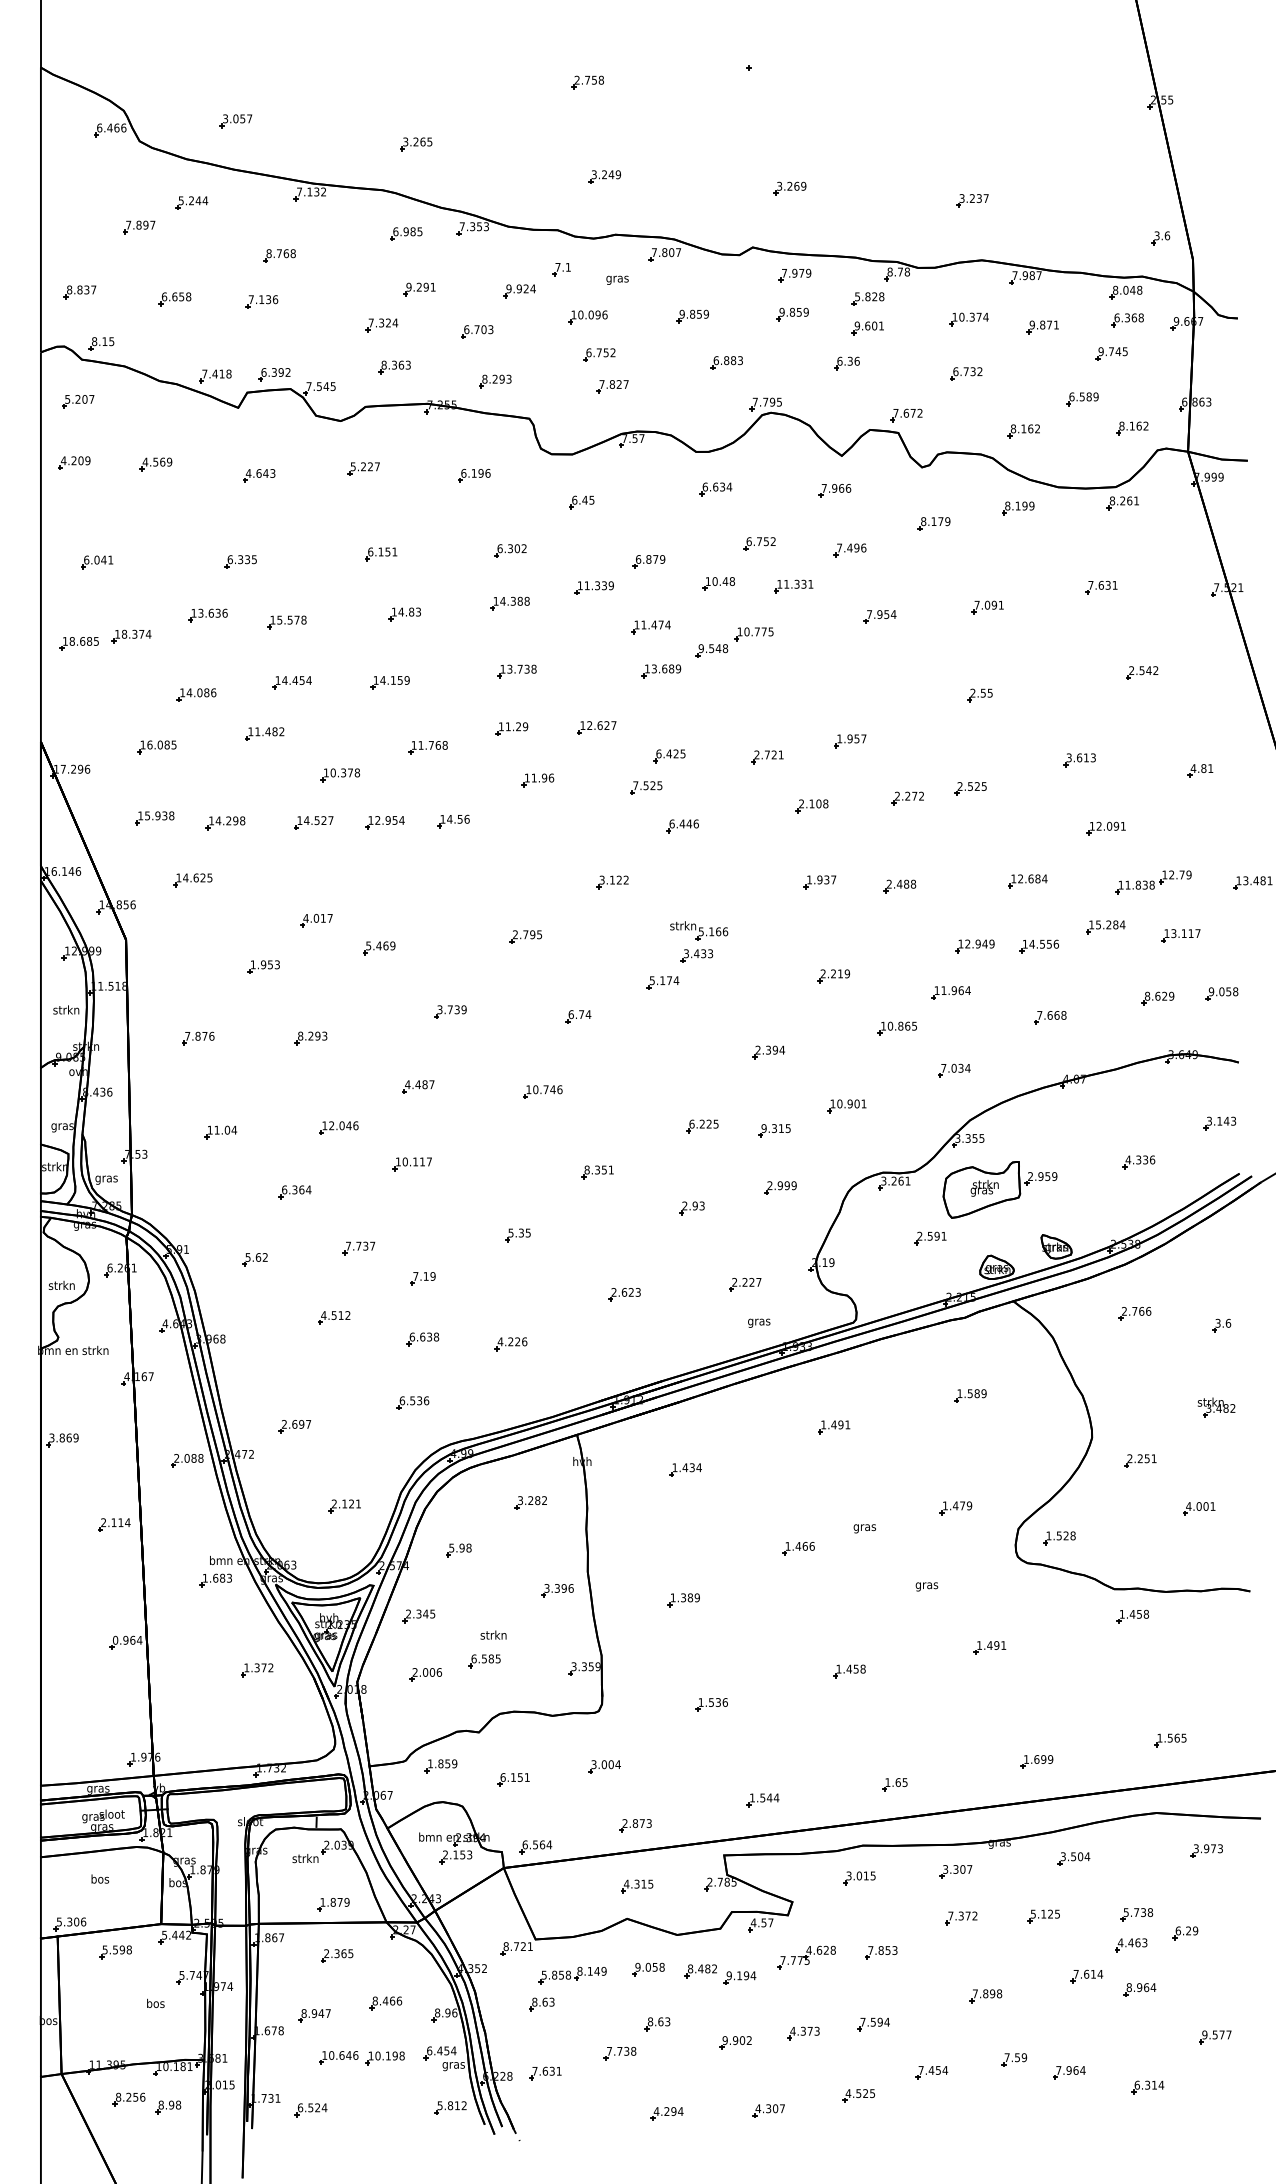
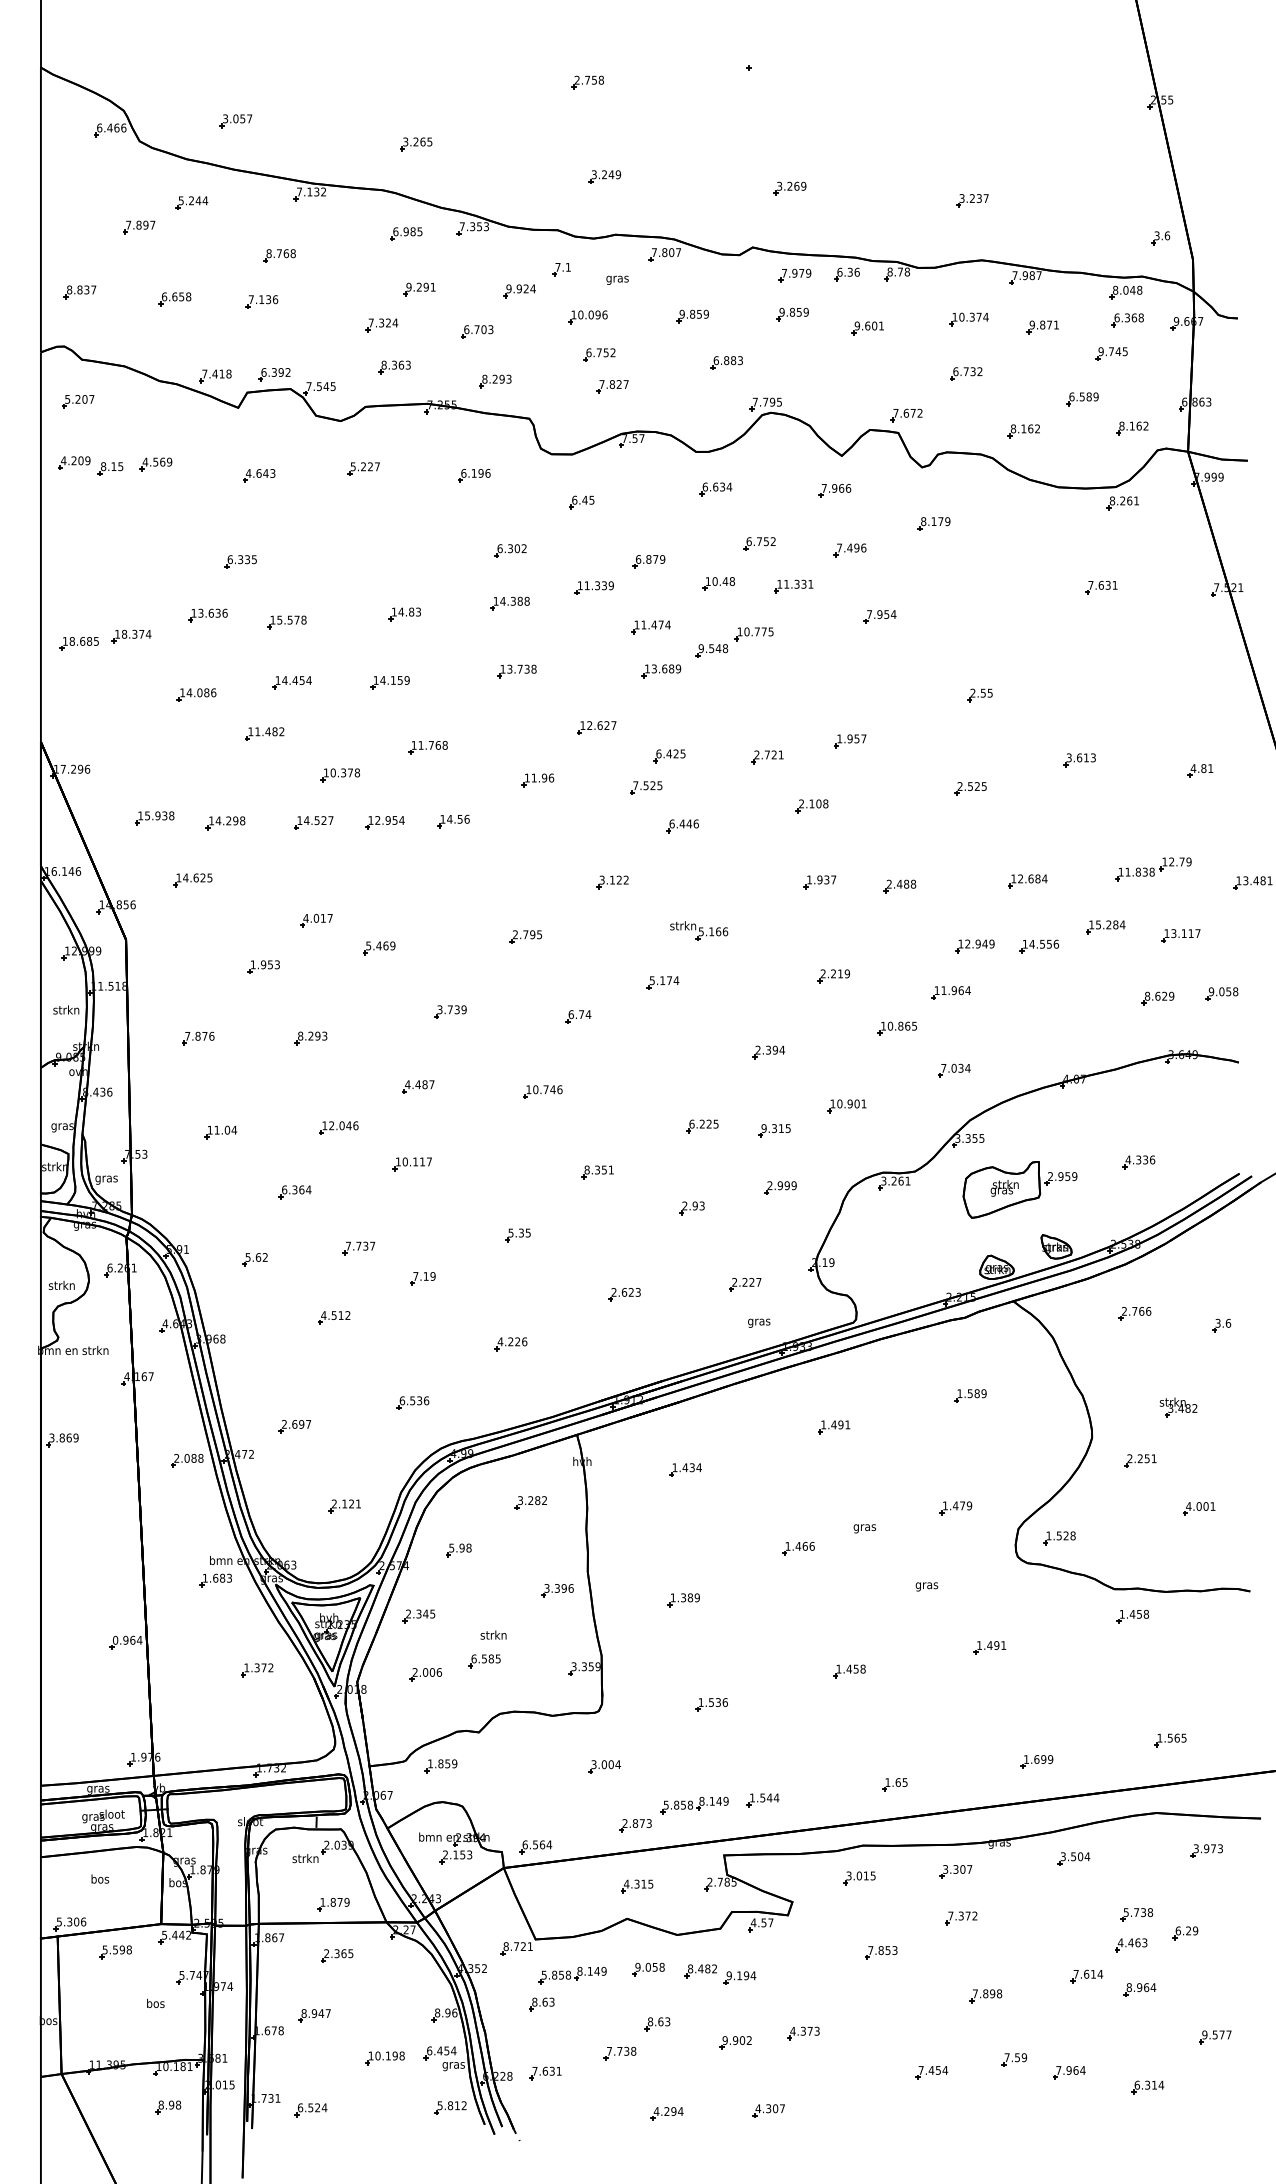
part at (867, 298): present -> none
part at (101, 343) position: (101, 343) -> (110, 468)
part at (846, 363) position: (846, 363) -> (846, 274)
part at (1018, 508): present -> none
part at (381, 554): present -> none
part at (97, 562): present -> none
part at (987, 607): present -> none
part at (1142, 672): present -> none
part at (511, 728): present -> none
part at (156, 747): present -> none
part at (907, 798): present -> none
part at (1105, 828): present -> none
part at (1153, 882) position: (1153, 882) -> (1153, 869)
part at (696, 955): present -> none
part at (1050, 1017): present -> none
part at (1219, 1123): present -> none
part at (999, 1189) position: (999, 1189) -> (1019, 1189)
part at (930, 1238): present -> none
part at (422, 1339): present -> none
part at (1216, 1407) position: (1216, 1407) -> (1178, 1407)
part at (114, 1524): present -> none
part at (513, 1779): present -> none
part at (694, 1805): none -> present
part at (1043, 1916): present -> none
part at (806, 1957): present -> none
part at (385, 2003): present -> none
part at (873, 2024): present -> none
part at (338, 2057): present -> none
part at (858, 2095): present -> none
part at (128, 2099): present -> none
